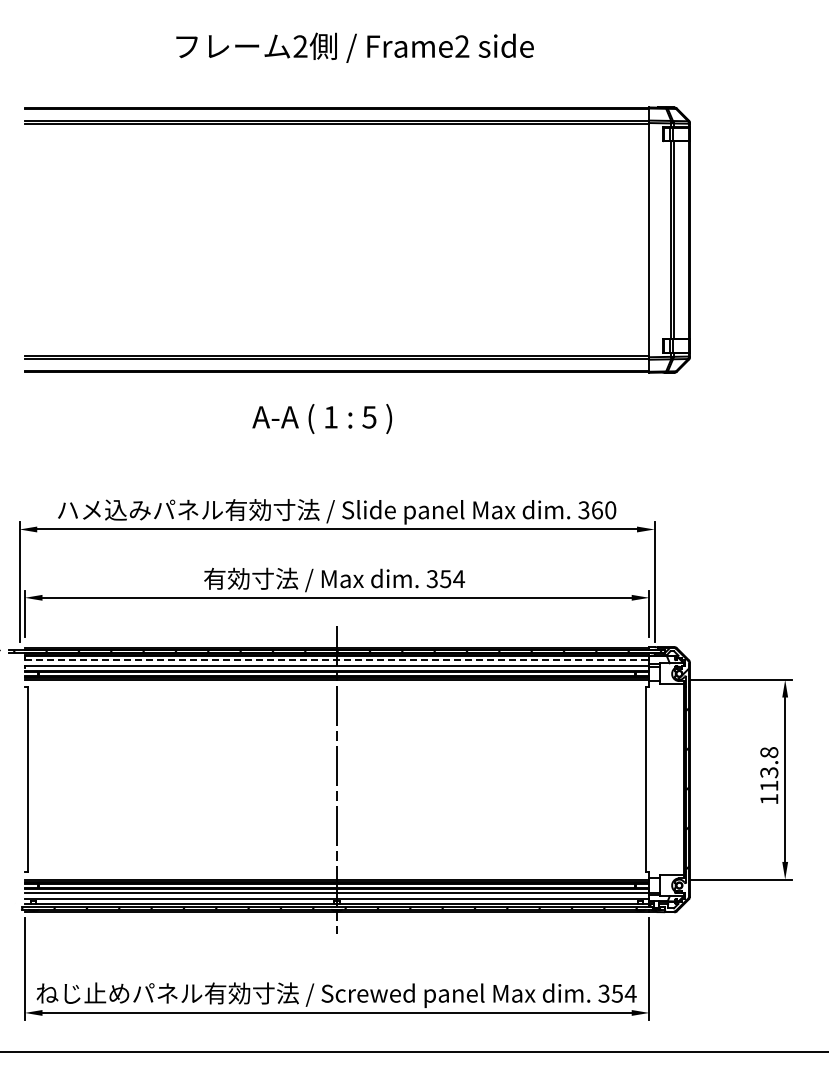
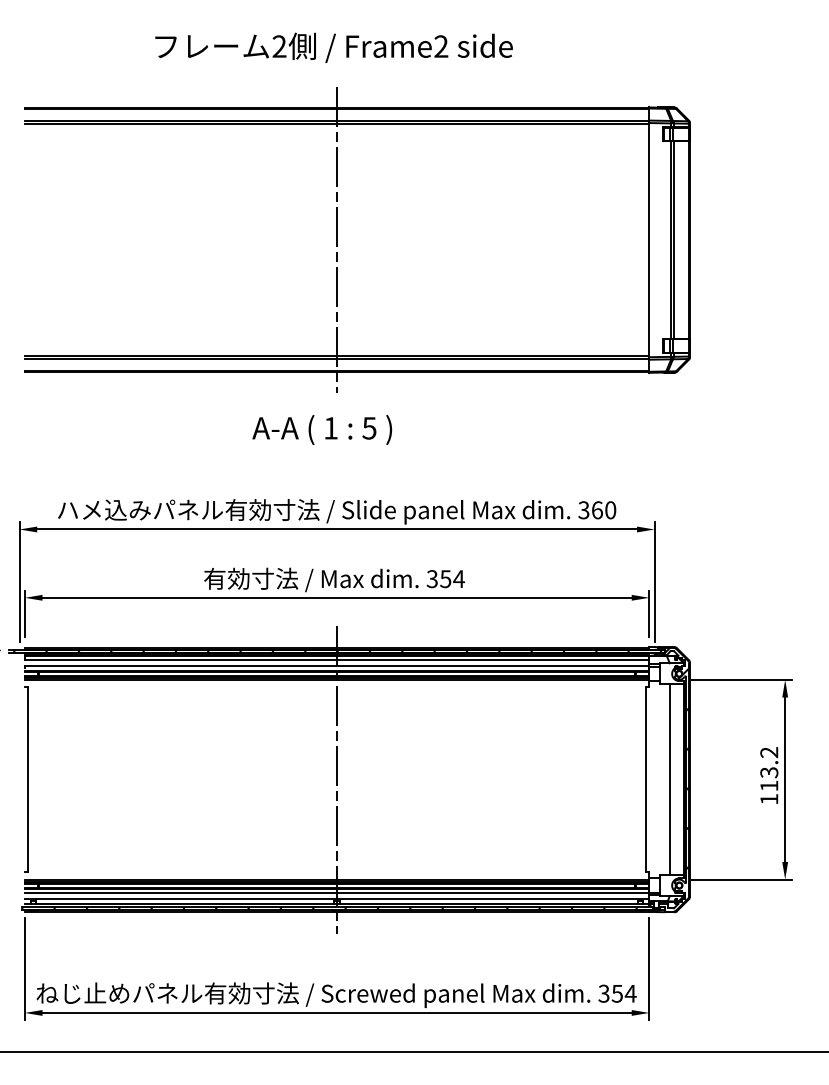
text at (354, 47) position: (354, 47) -> (333, 47)
line at (337, 239): none -> present
text at (322, 418) position: (322, 418) -> (322, 429)
line at (337, 660): dashed -> solid
text at (769, 752): 113.8 -> 113.2
line at (670, 779): none -> present
